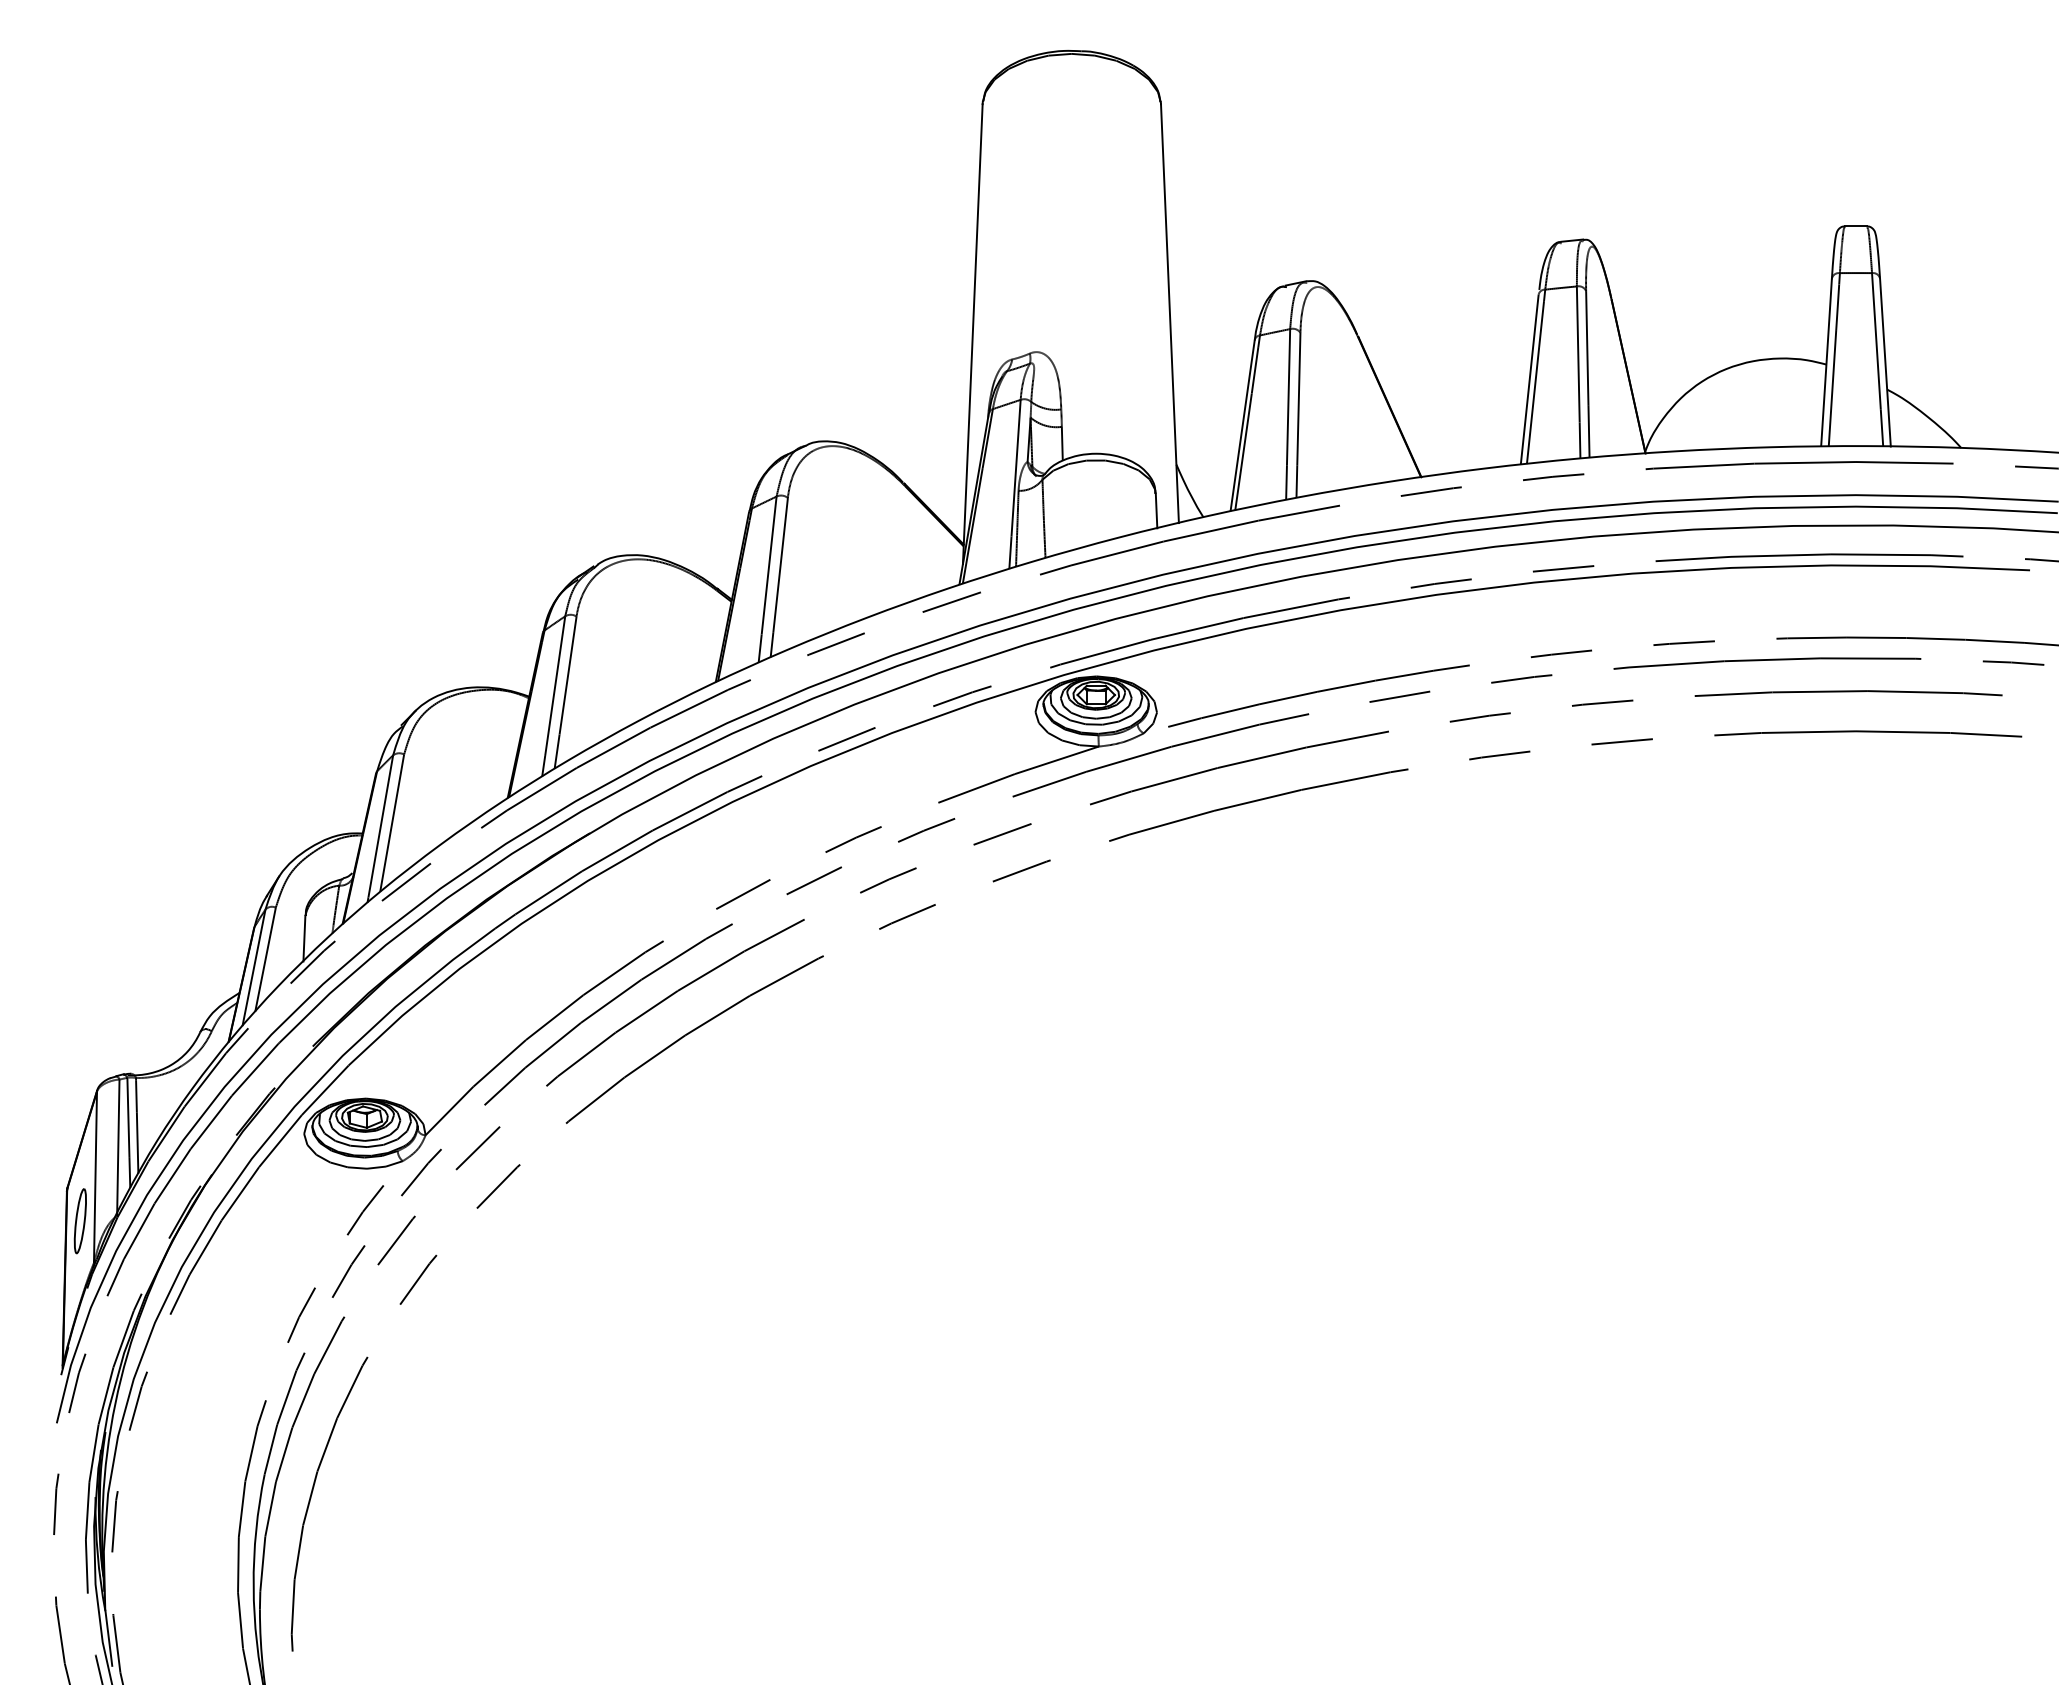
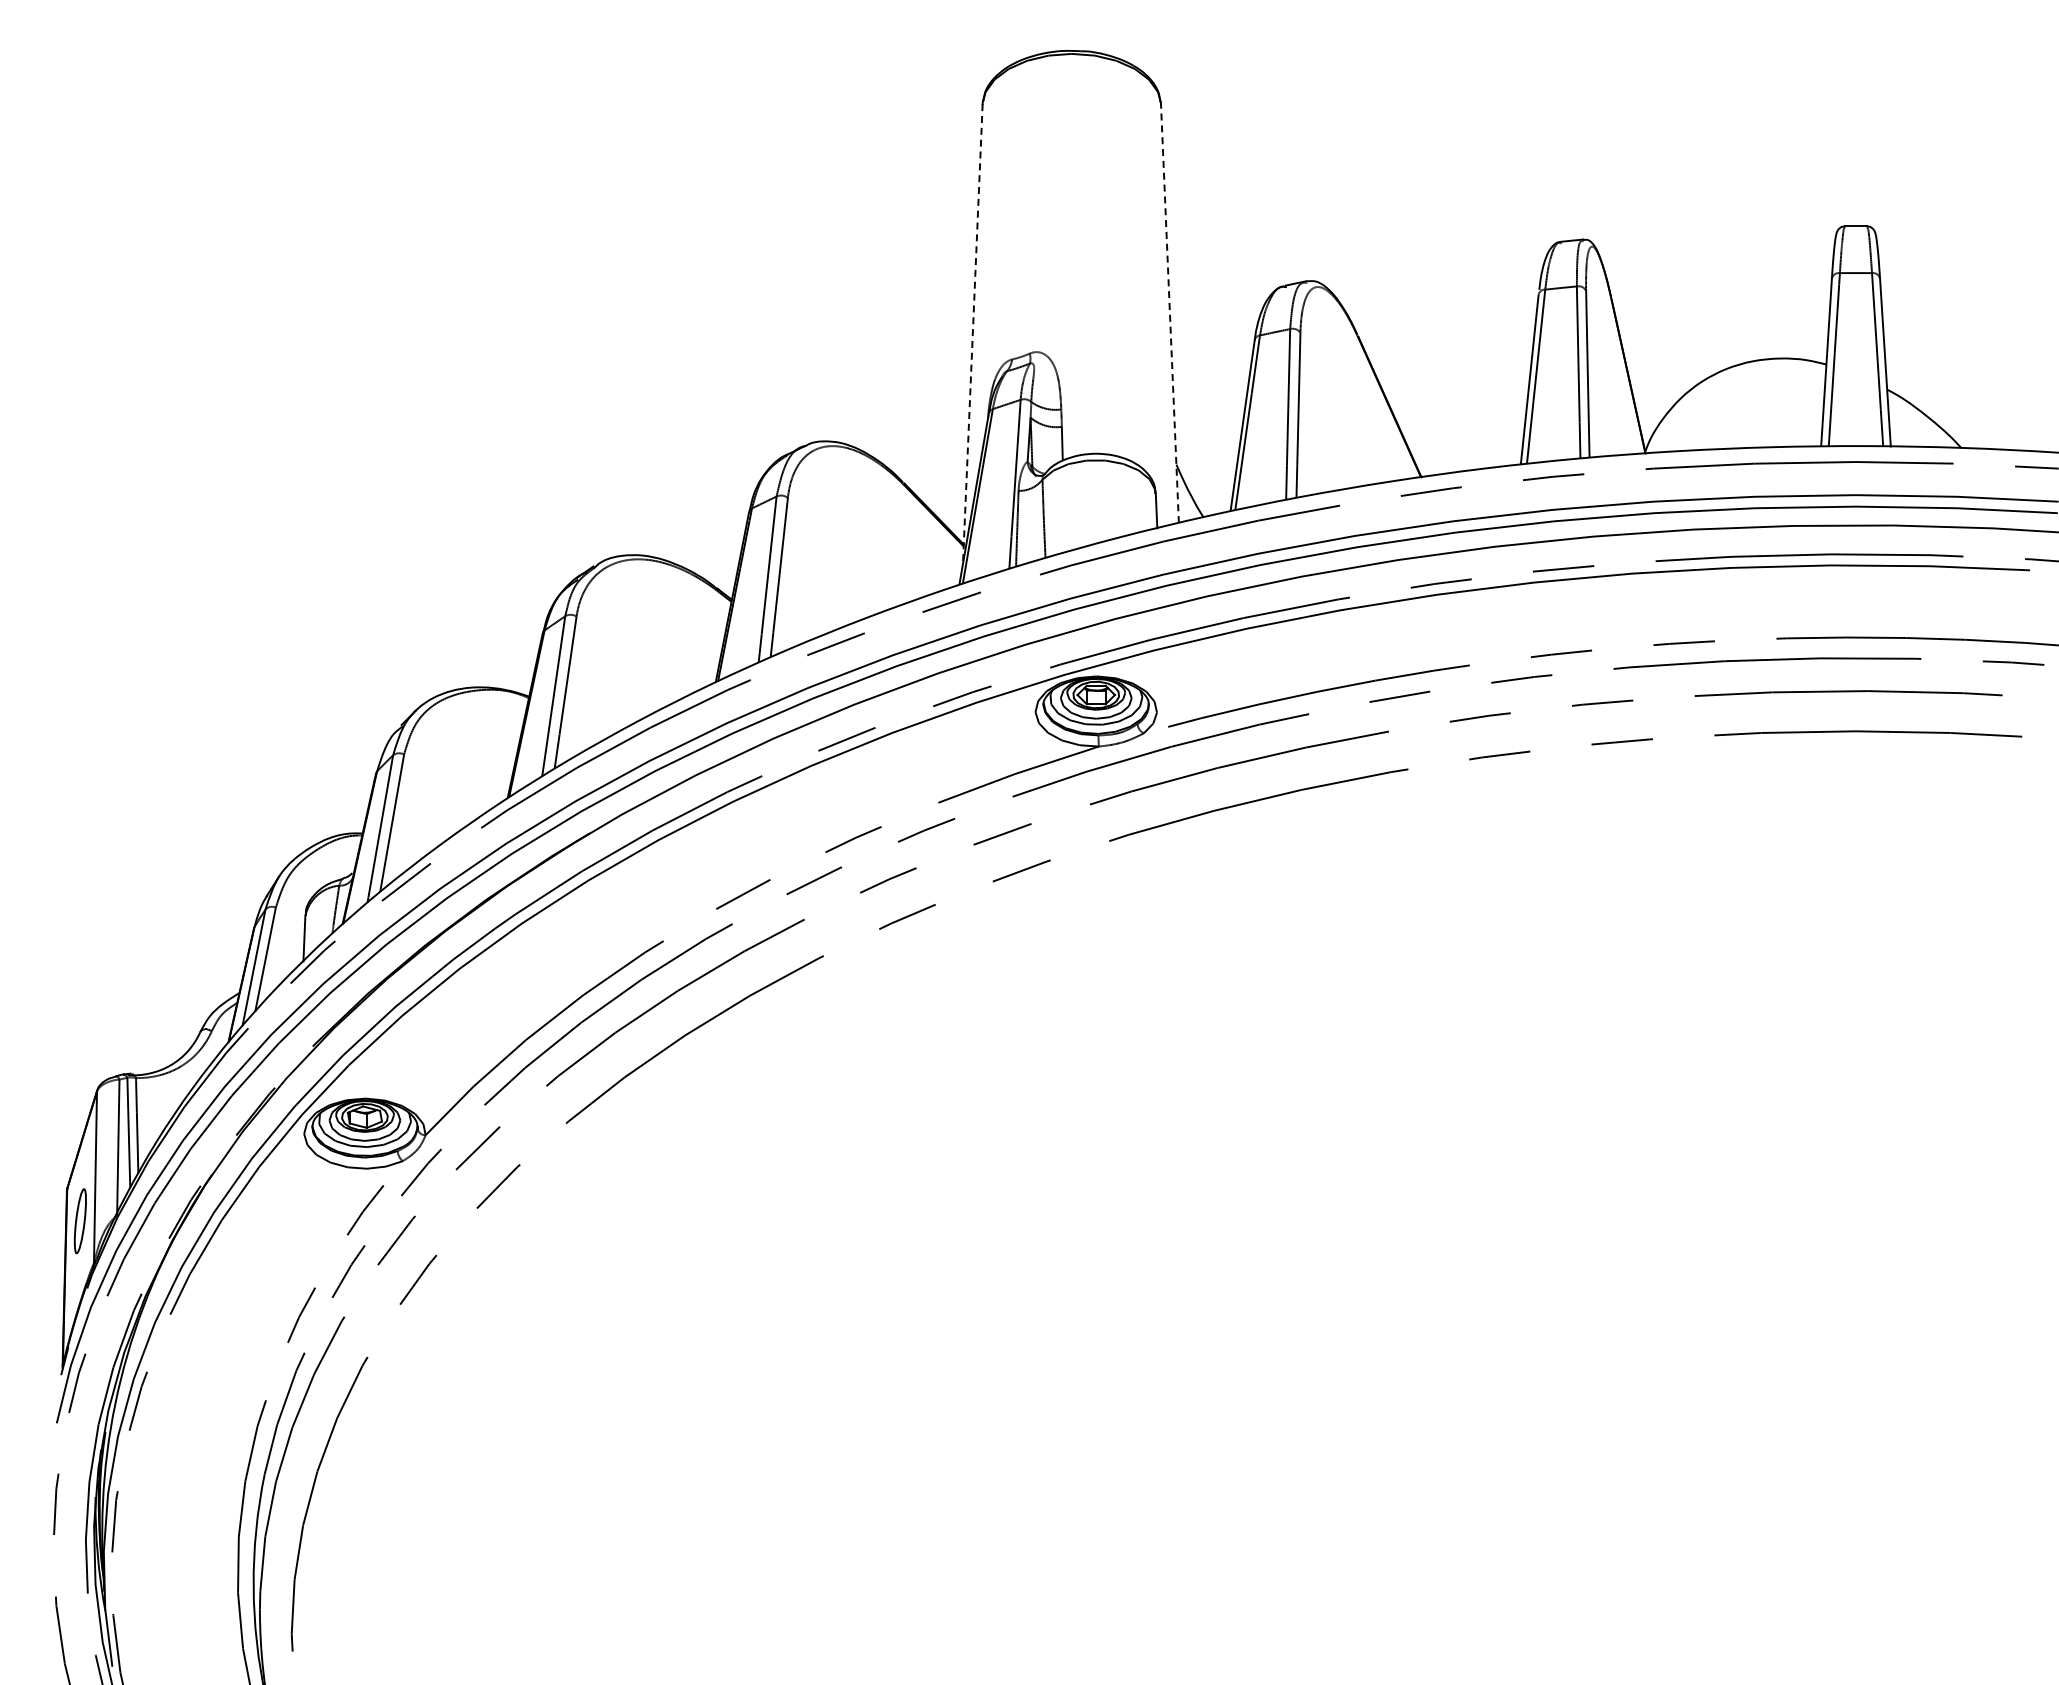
line at (1169, 313): solid -> dashed
line at (972, 334): solid -> dashed
